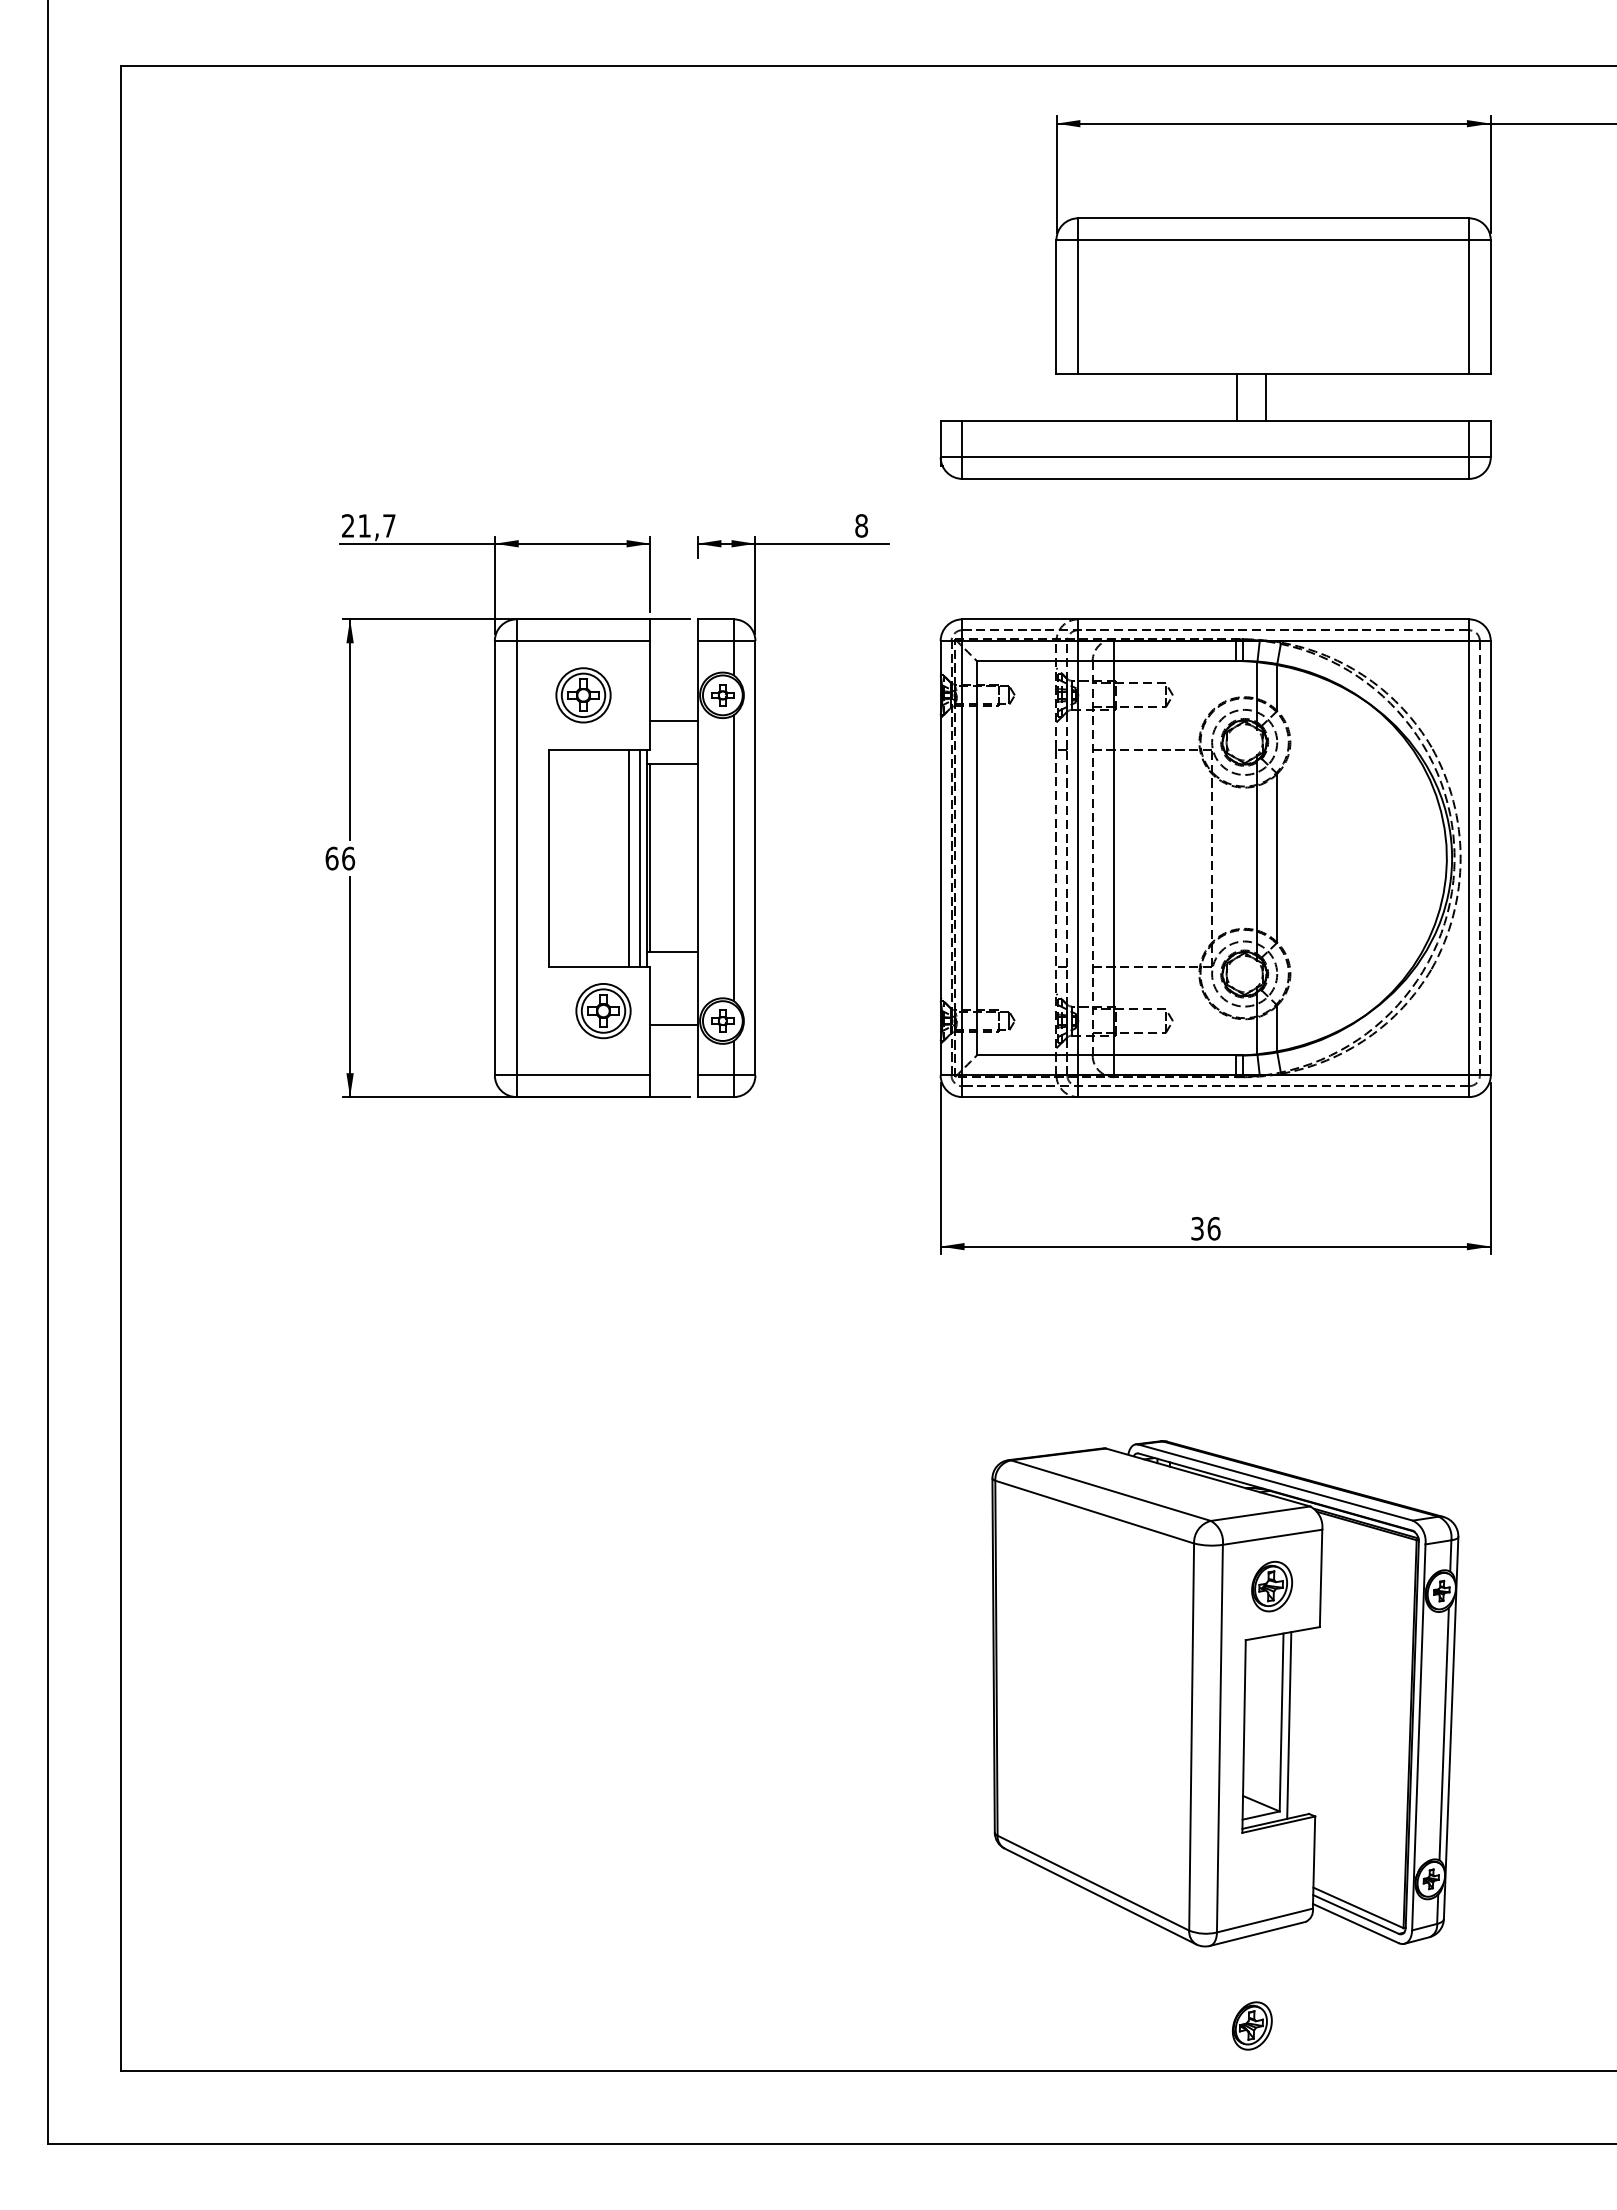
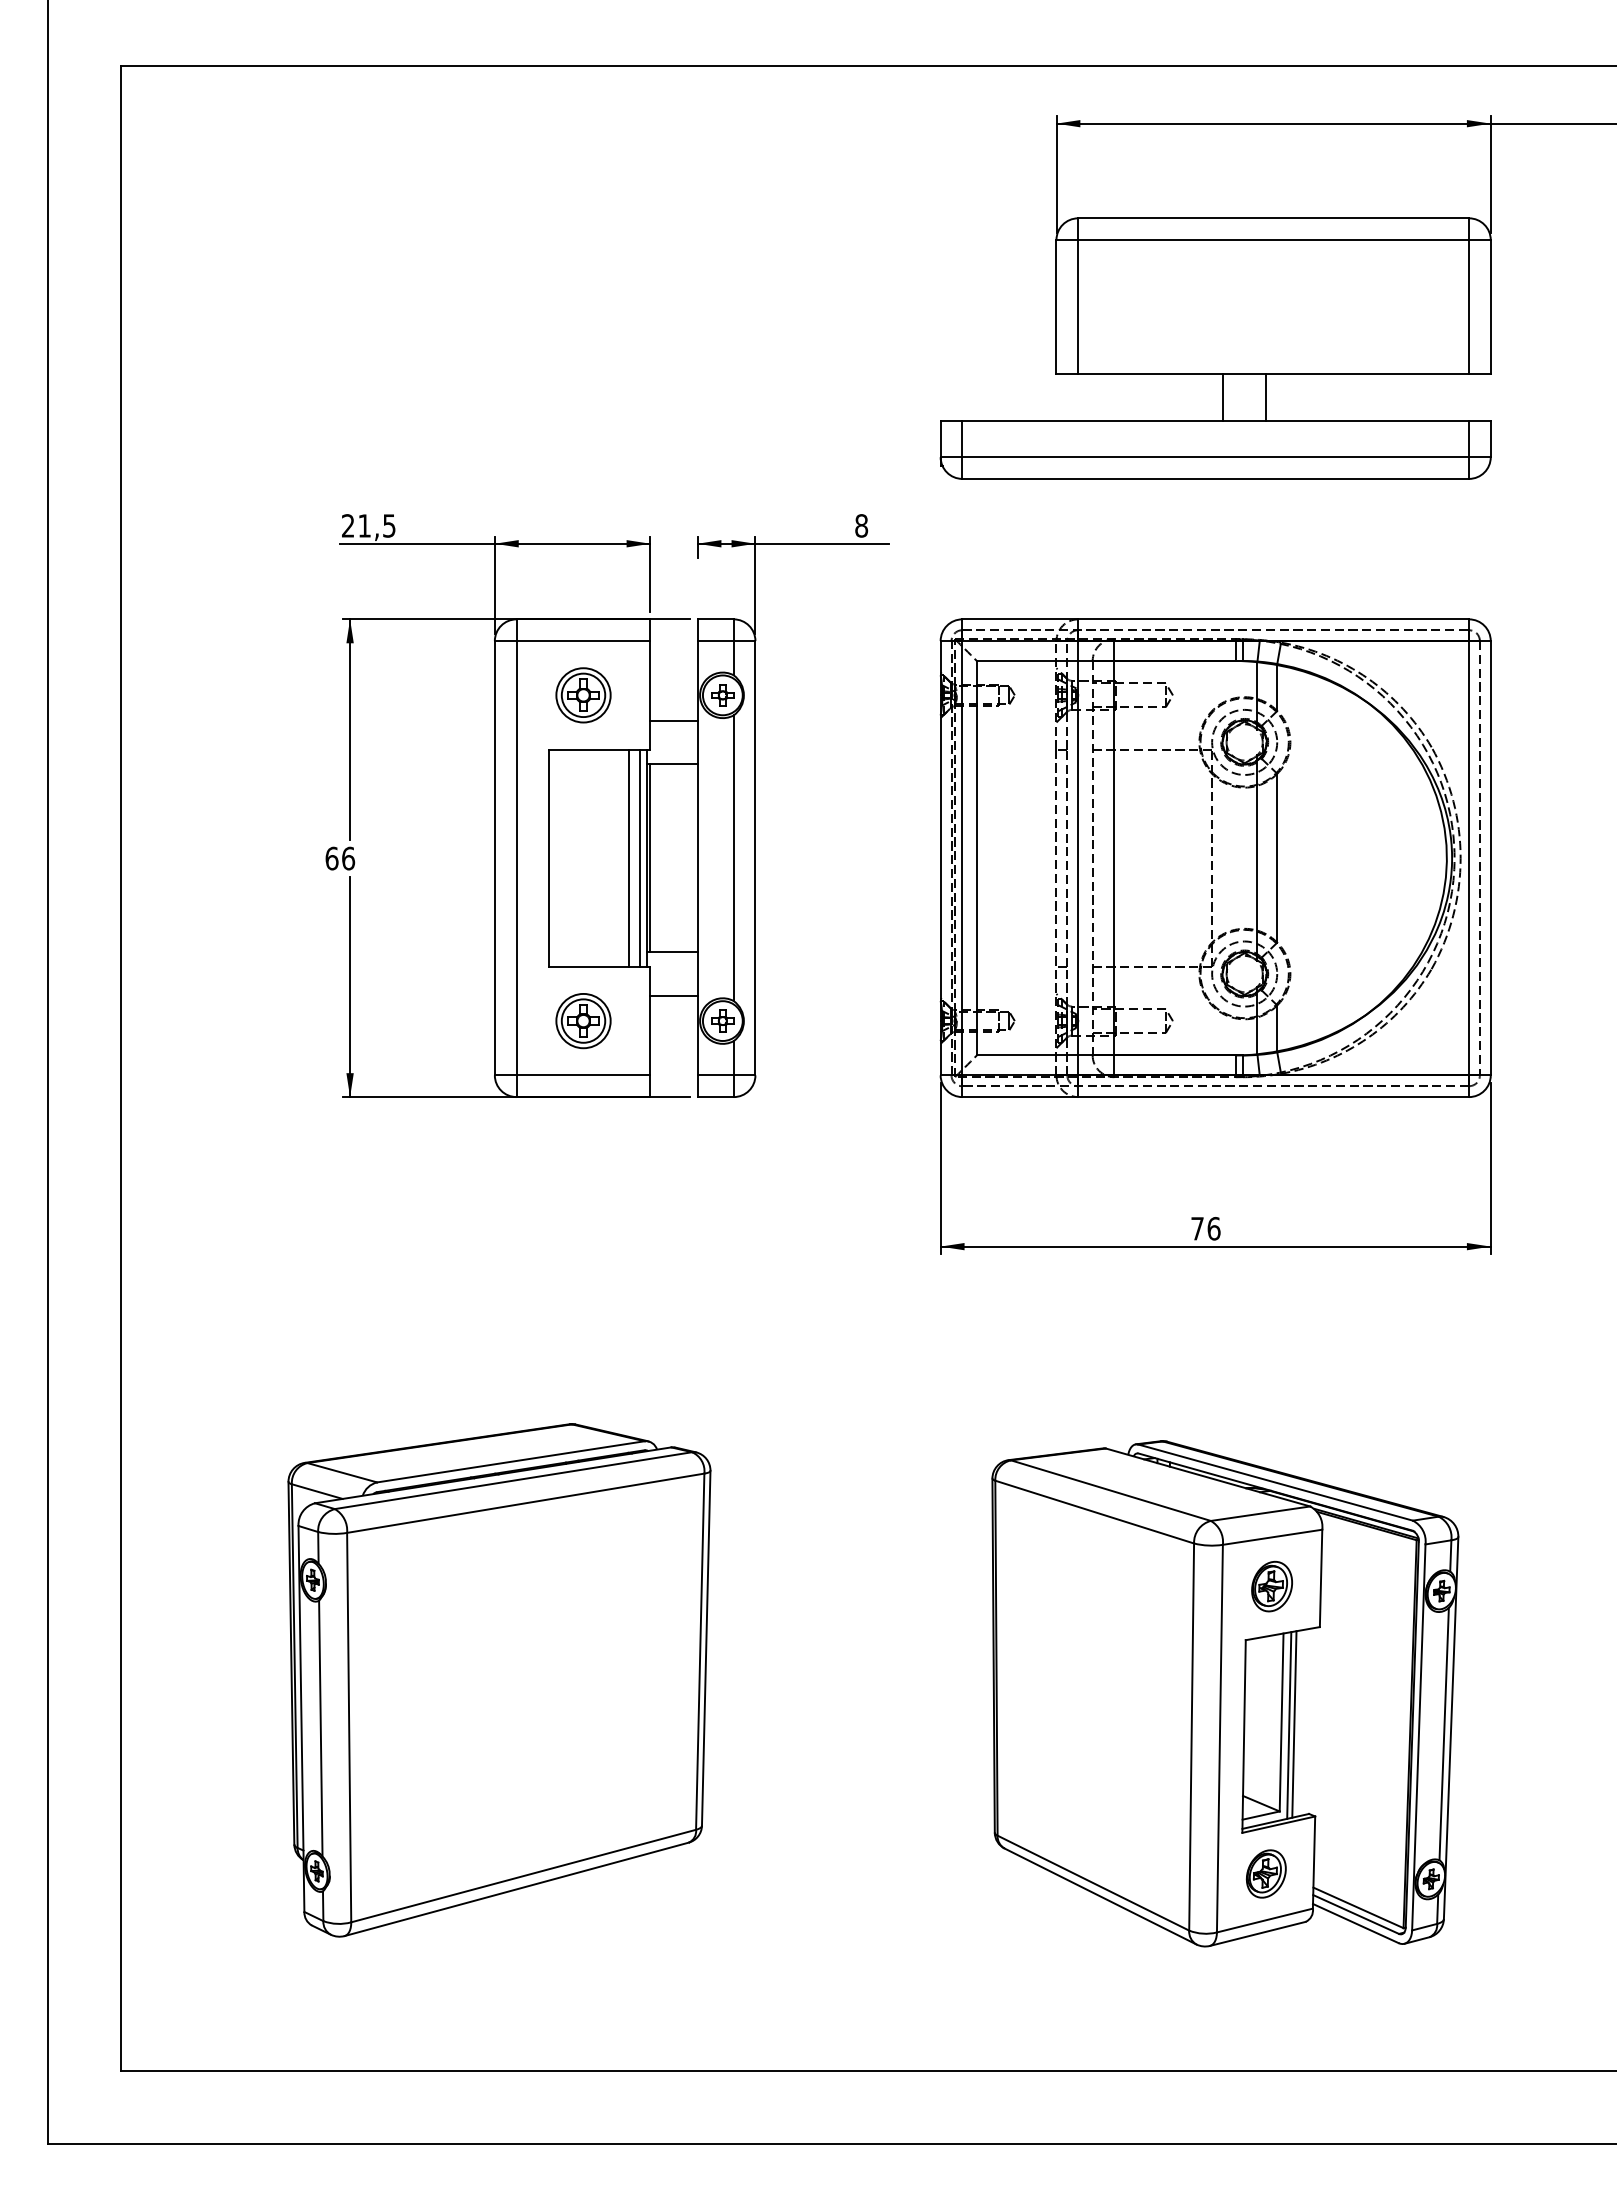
line at (1236, 397) position: (1236, 397) -> (1222, 397)
text at (389, 525): 21,7 -> 21,5
part at (603, 1011) position: (603, 1011) -> (583, 1021)
line at (673, 1024) position: (673, 1024) -> (673, 995)
text at (1197, 1228): 36 -> 76
part at (499, 1680): none -> present
line at (1294, 1724): none -> present
part at (1251, 2025) position: (1251, 2025) -> (1265, 1873)
